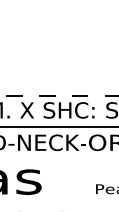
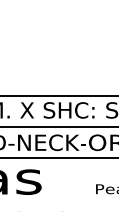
line at (59, 96): dashed -> solid
line at (58, 157): none -> present
